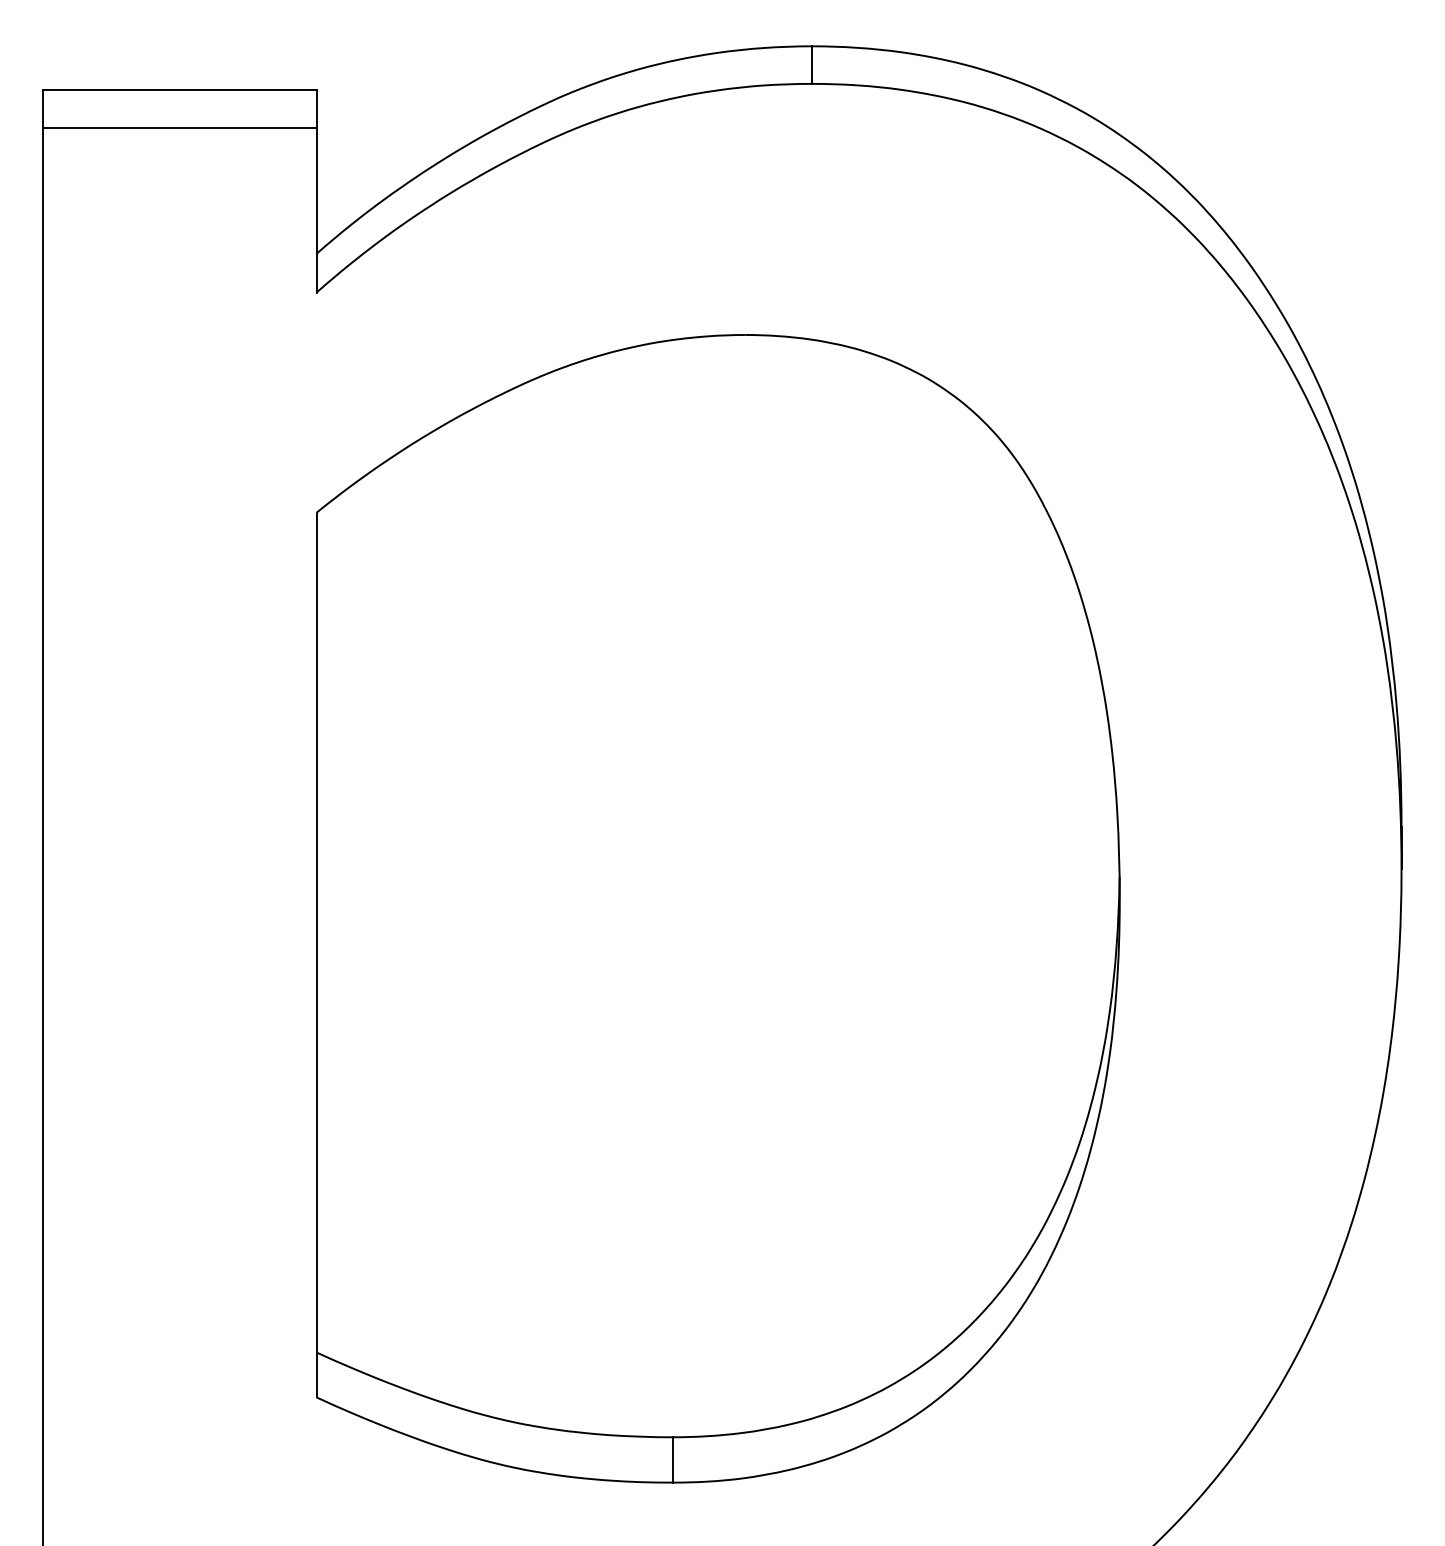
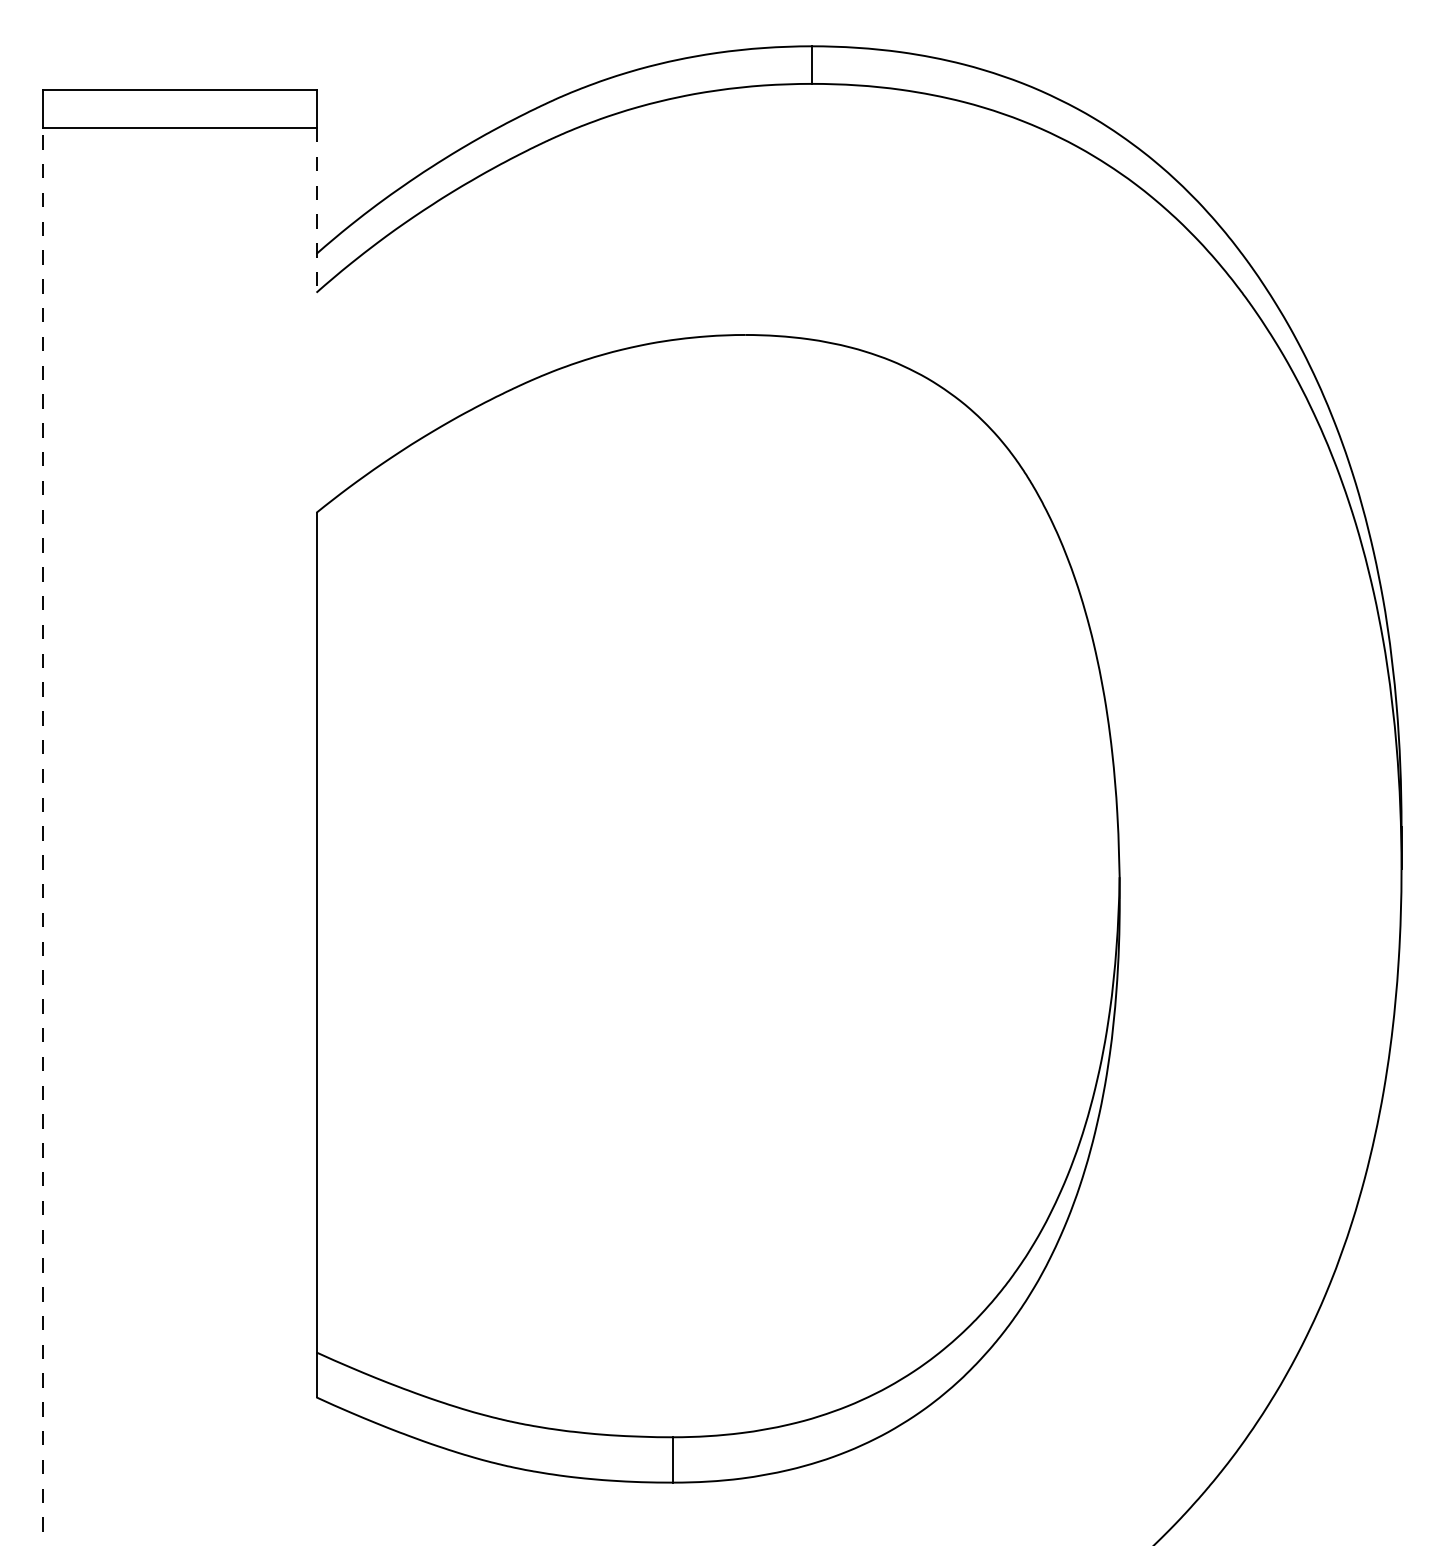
line at (316, 210): solid -> dashed
line at (43, 836): solid -> dashed
